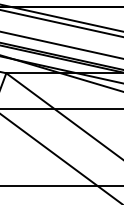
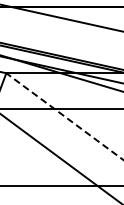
line at (61, 23): present -> none
line at (61, 45): present -> none
line at (64, 116): solid -> dashed
